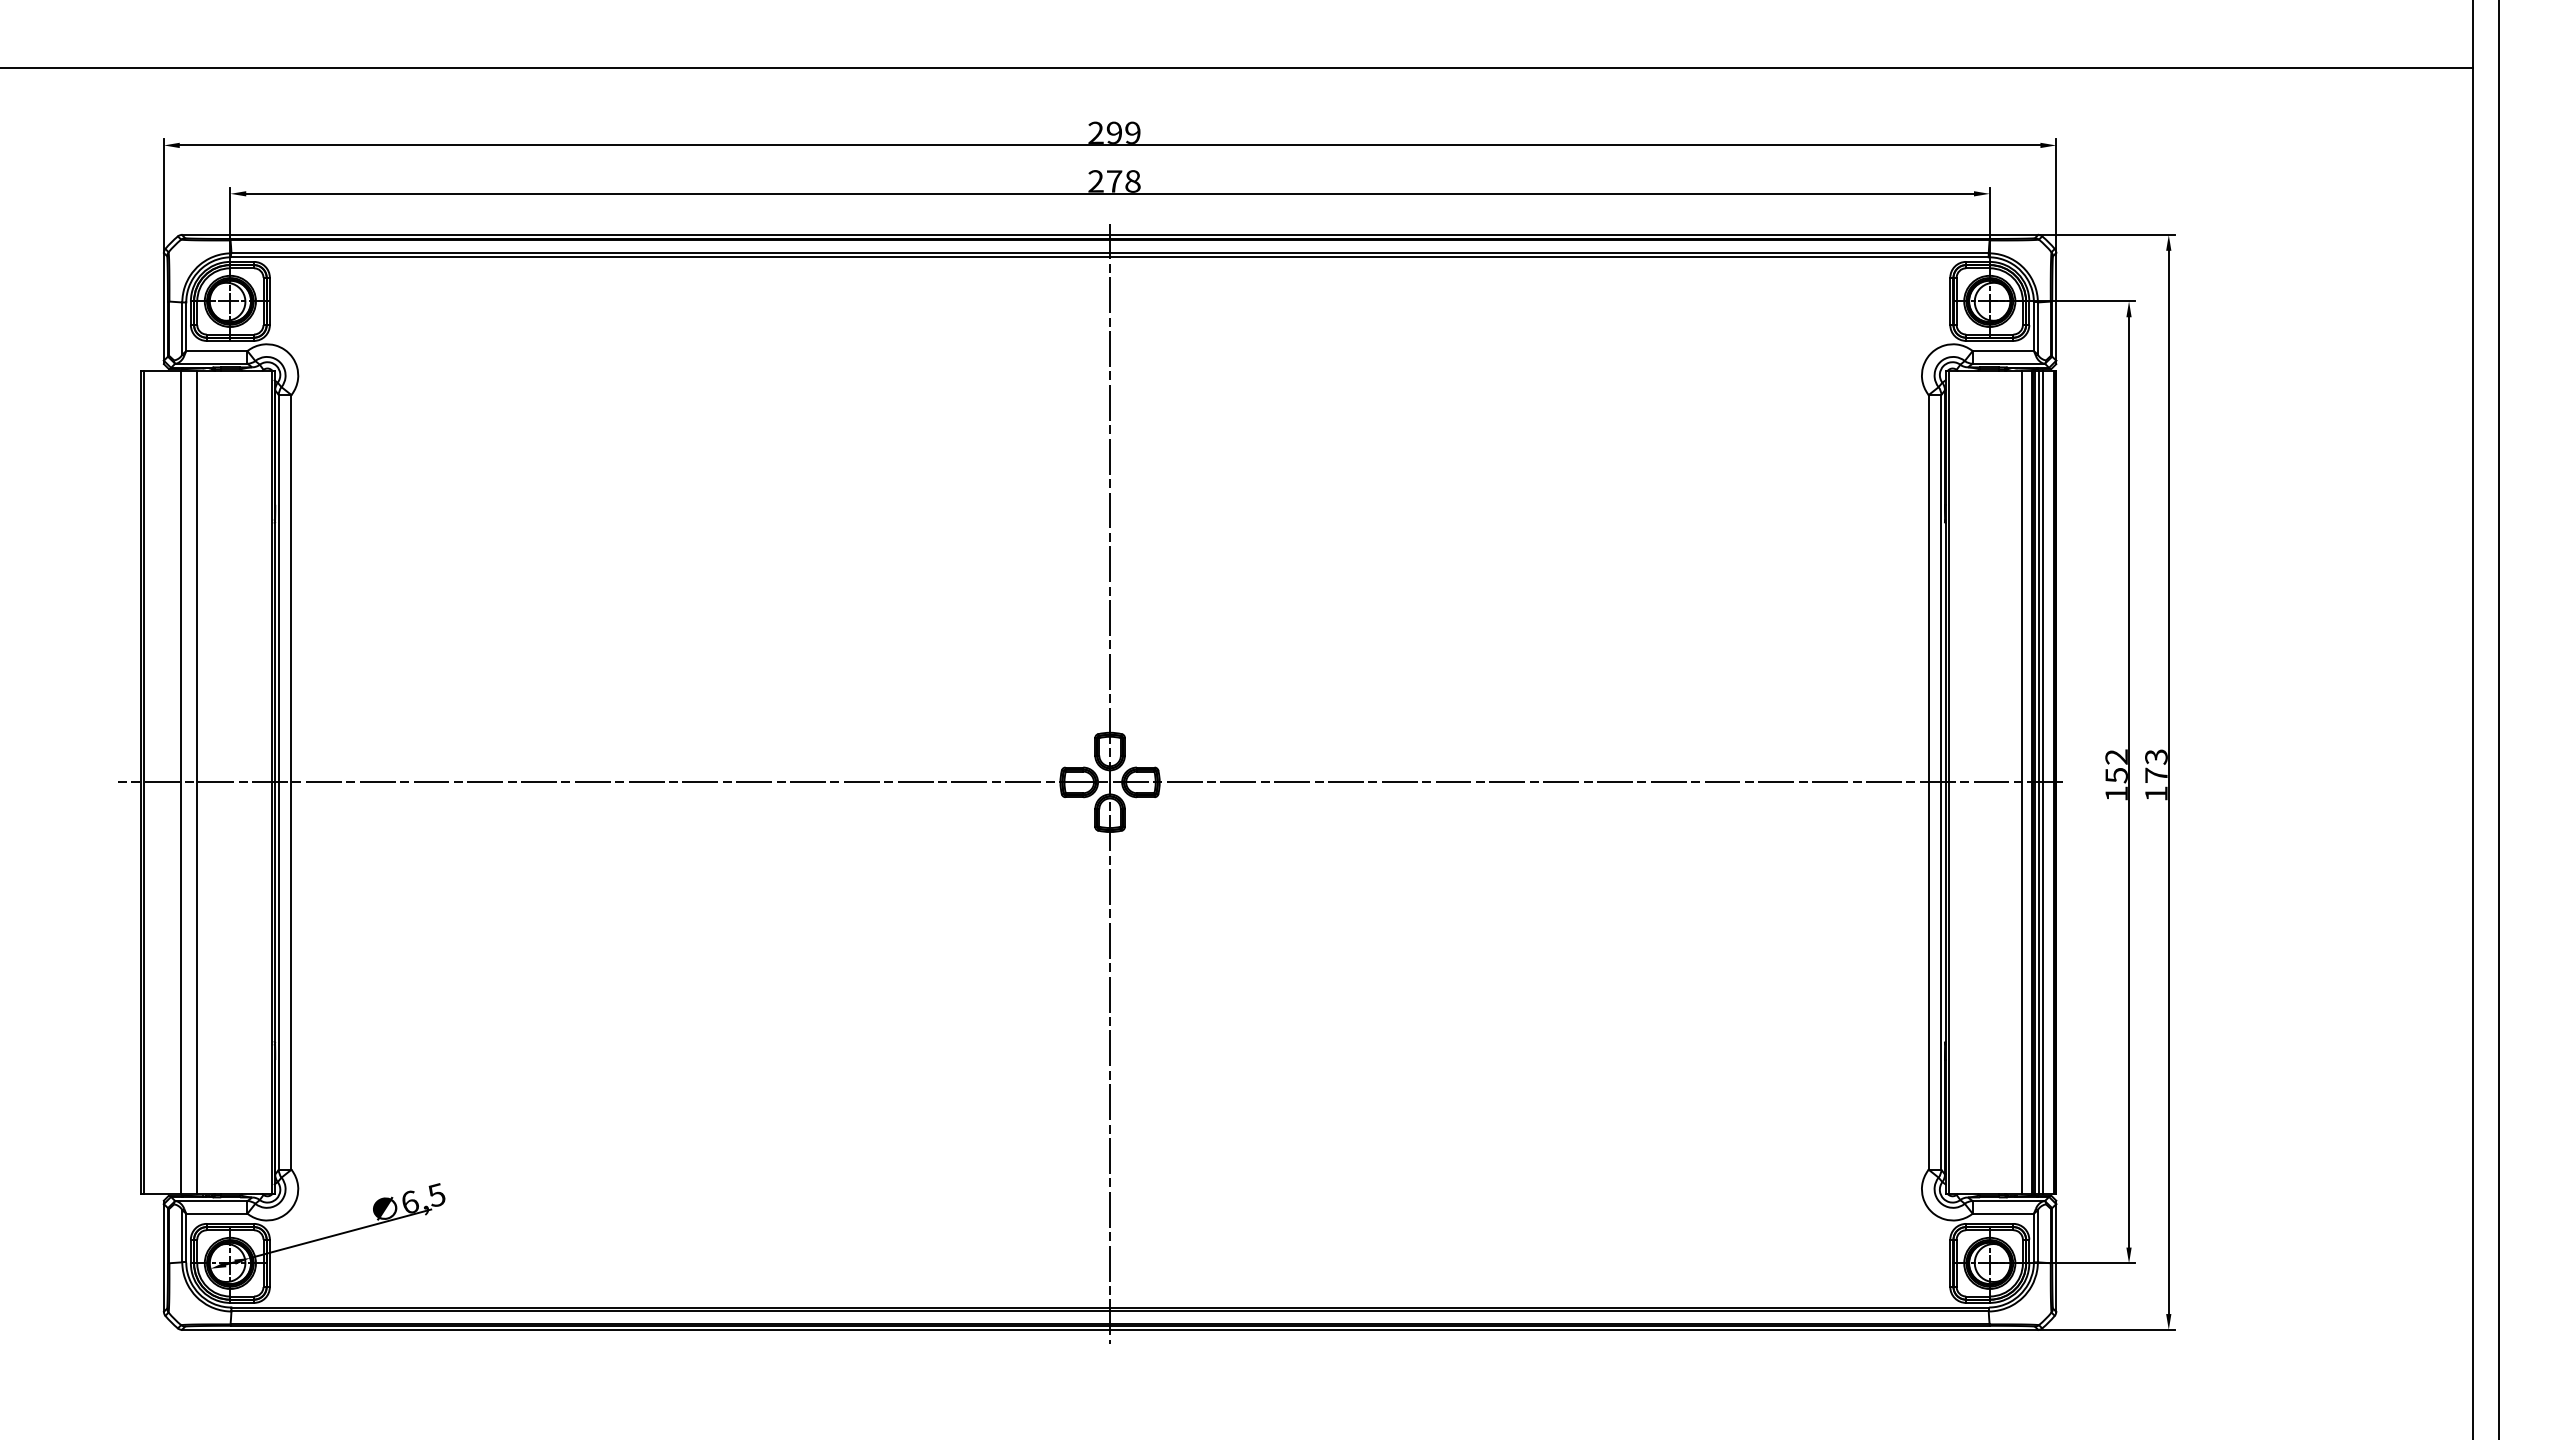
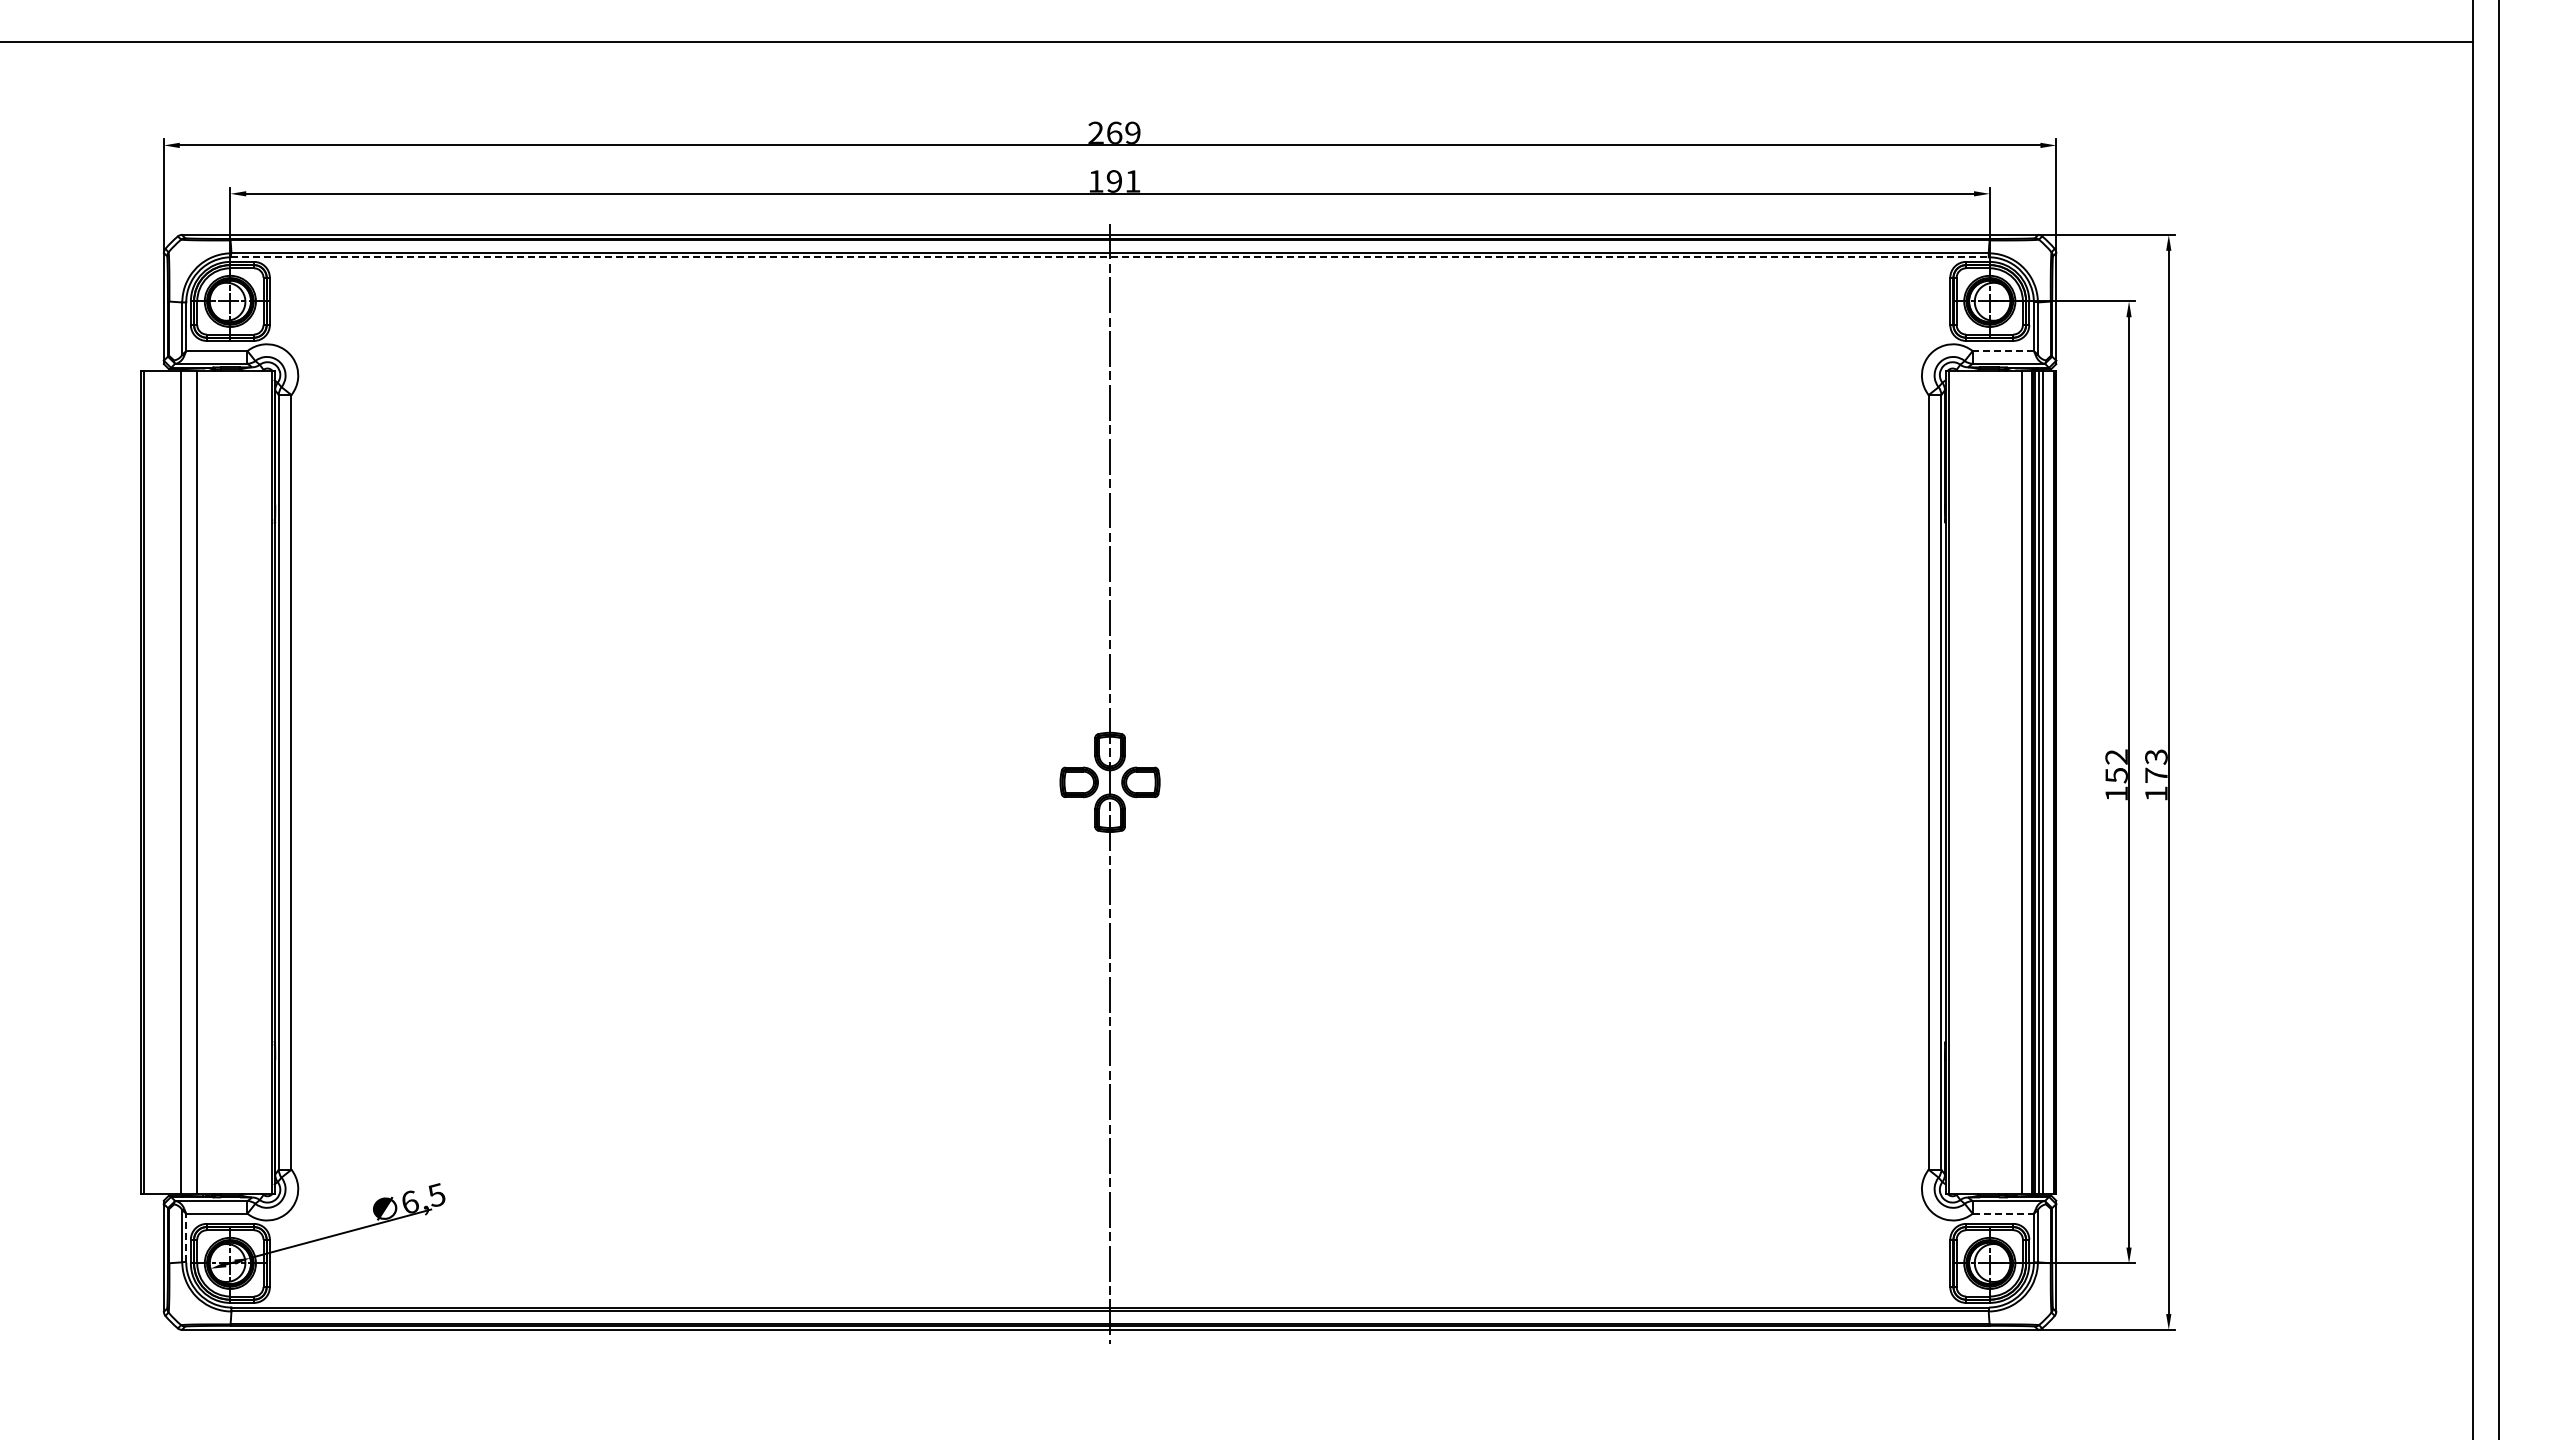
line at (1237, 67) position: (1237, 67) -> (1237, 41)
text at (1114, 132): 299 -> 269
text at (1114, 181): 278 -> 191
line at (1110, 257): solid -> dashed
line at (2003, 351): solid -> dashed
line at (1090, 782): present -> none
line at (2003, 1213): solid -> dashed
line at (186, 1237): solid -> dashed
